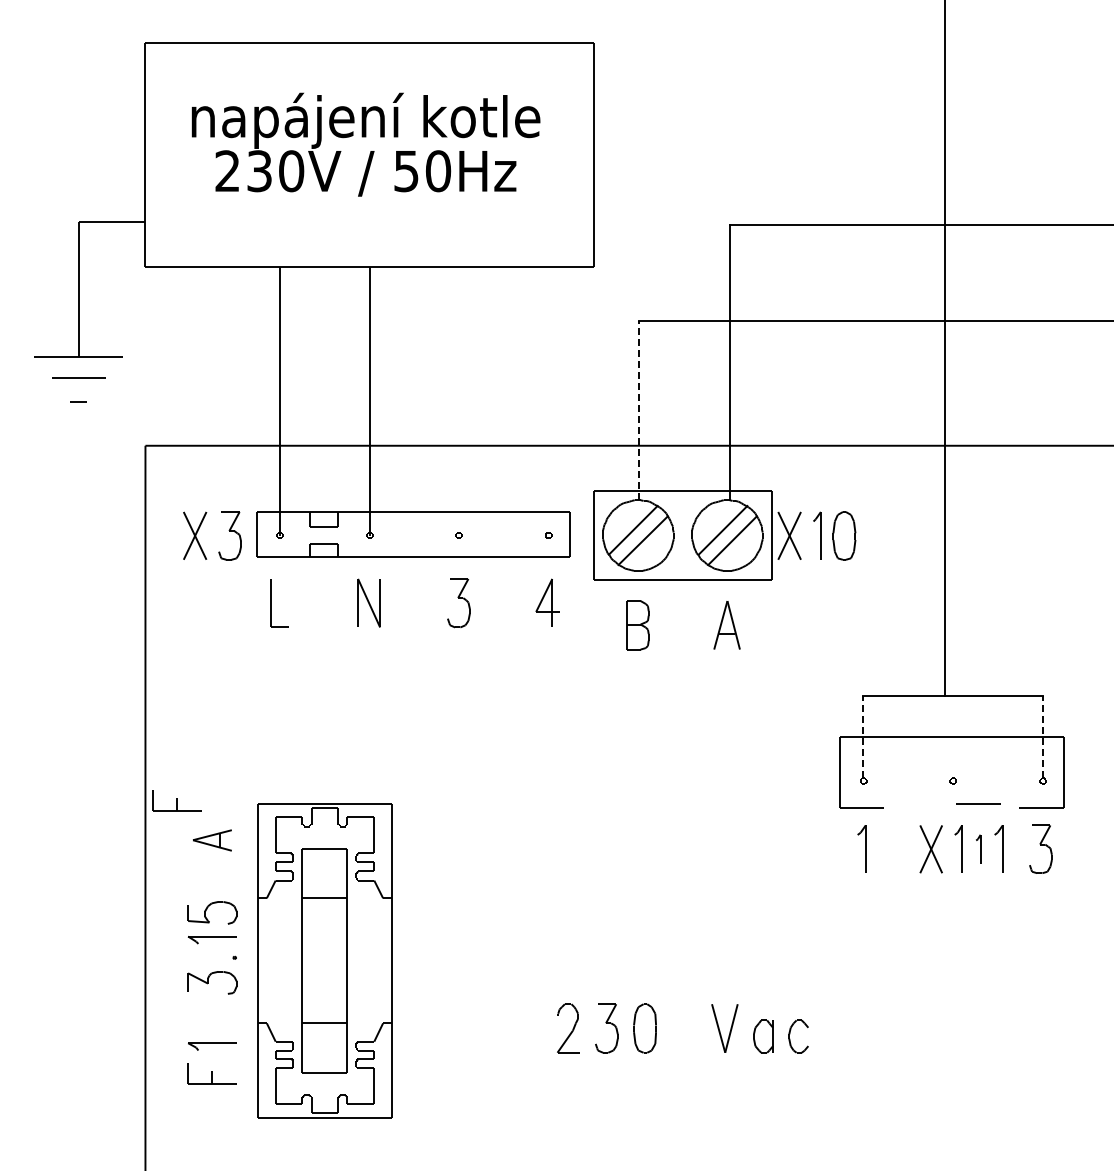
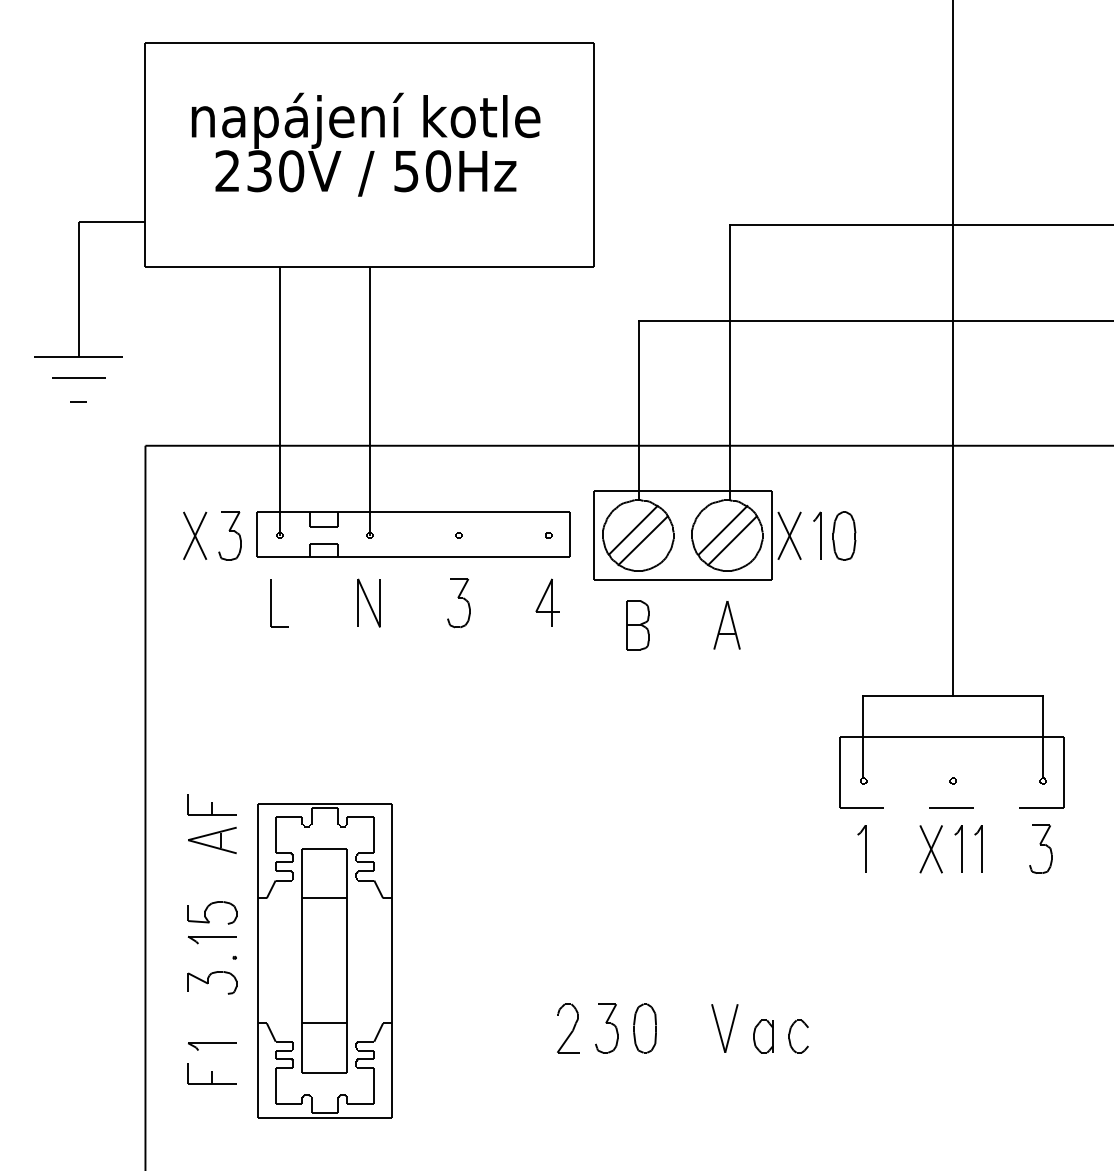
line at (945, 349) position: (945, 349) -> (953, 349)
line at (639, 410): dashed -> solid
line at (863, 737): dashed -> solid
line at (1043, 737): dashed -> solid
part at (176, 800) position: (176, 800) -> (211, 804)
line at (978, 803) position: (978, 803) -> (951, 807)
part at (212, 840) size: 39x23 px -> 49x29 px
part at (978, 848) size: 6x30 px -> 9x48 px
part at (998, 848): present -> none
